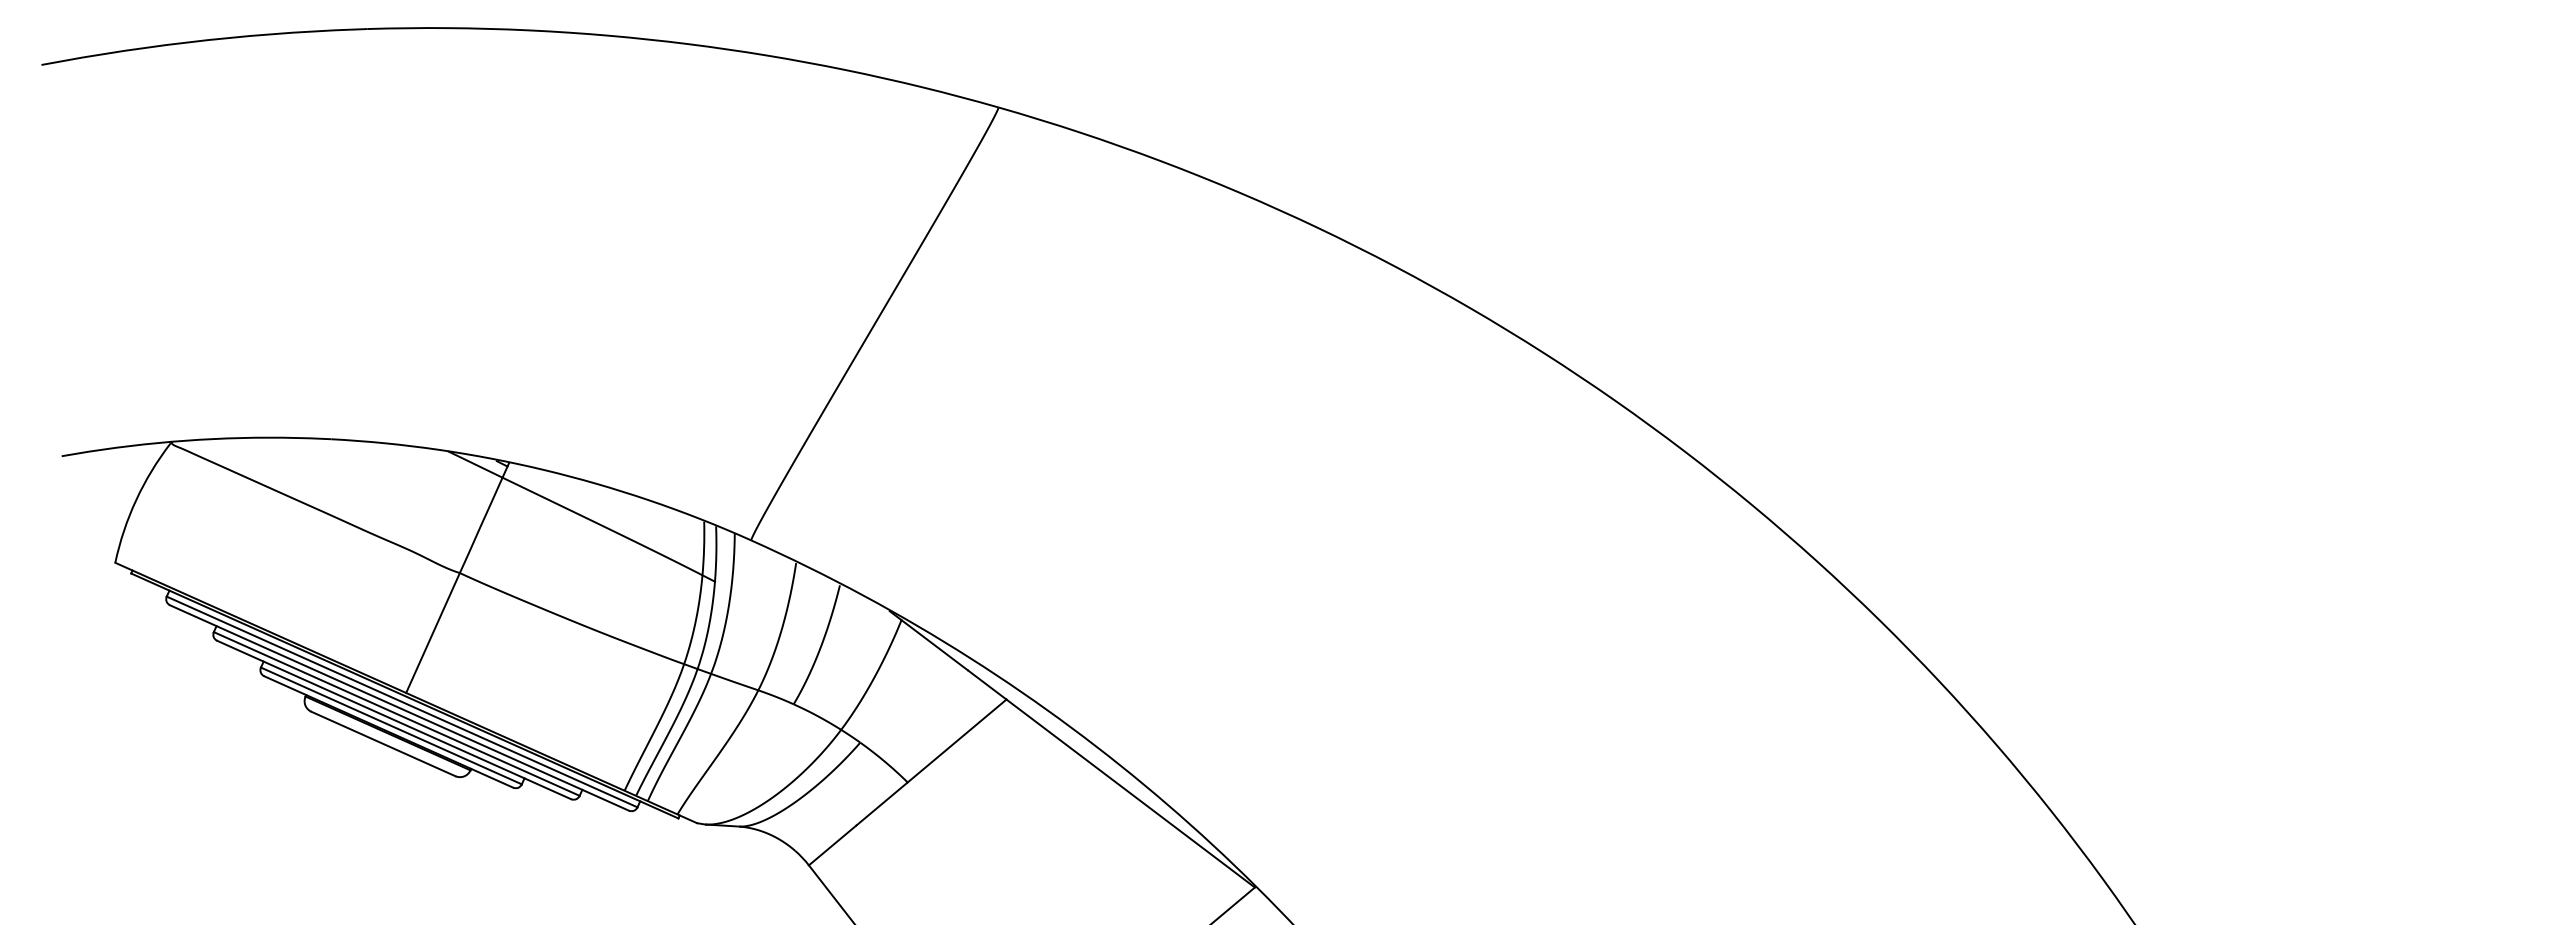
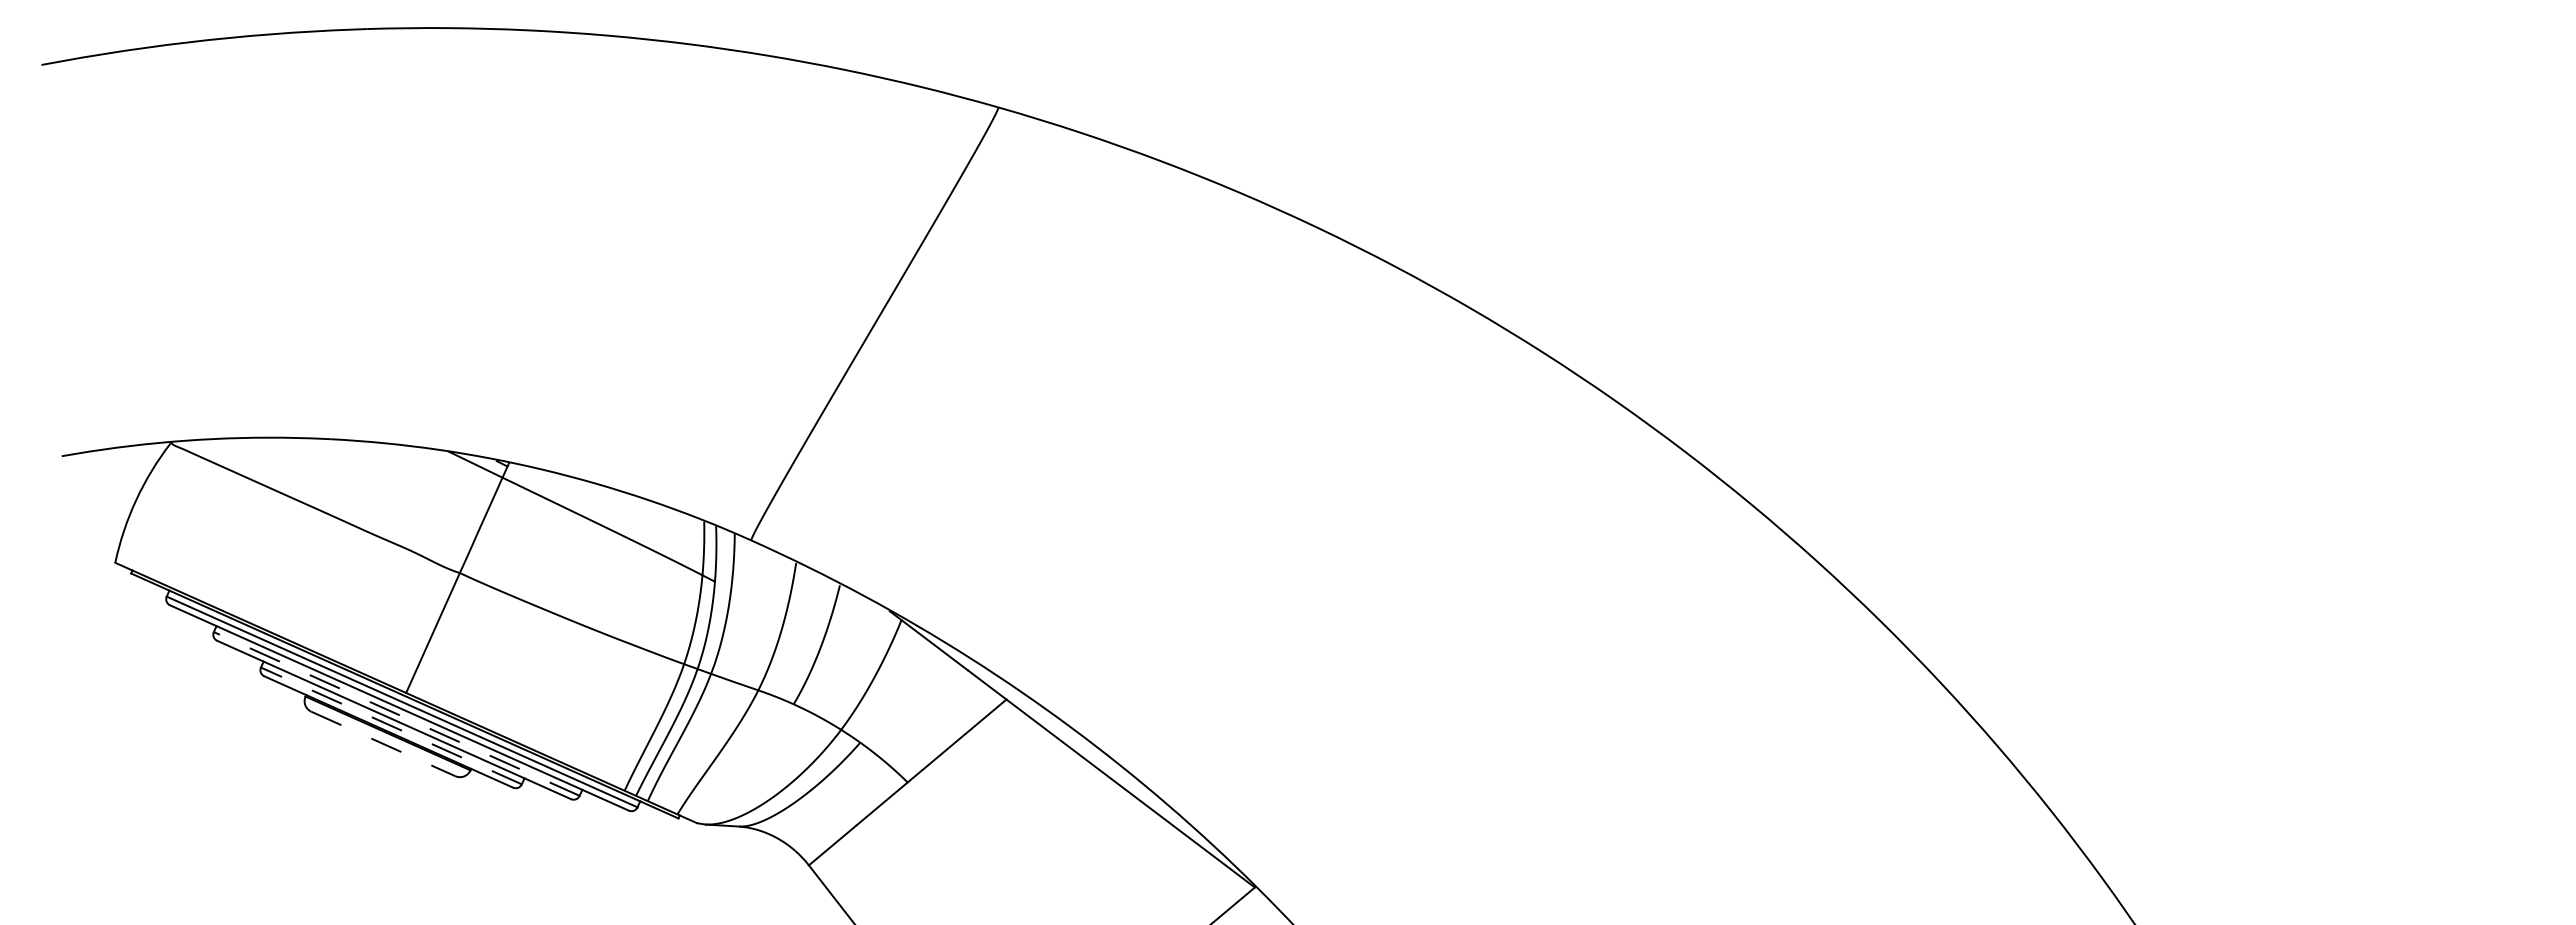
line at (396, 713): solid -> dashed
line at (391, 725): solid -> dashed
line at (383, 743): solid -> dashed
